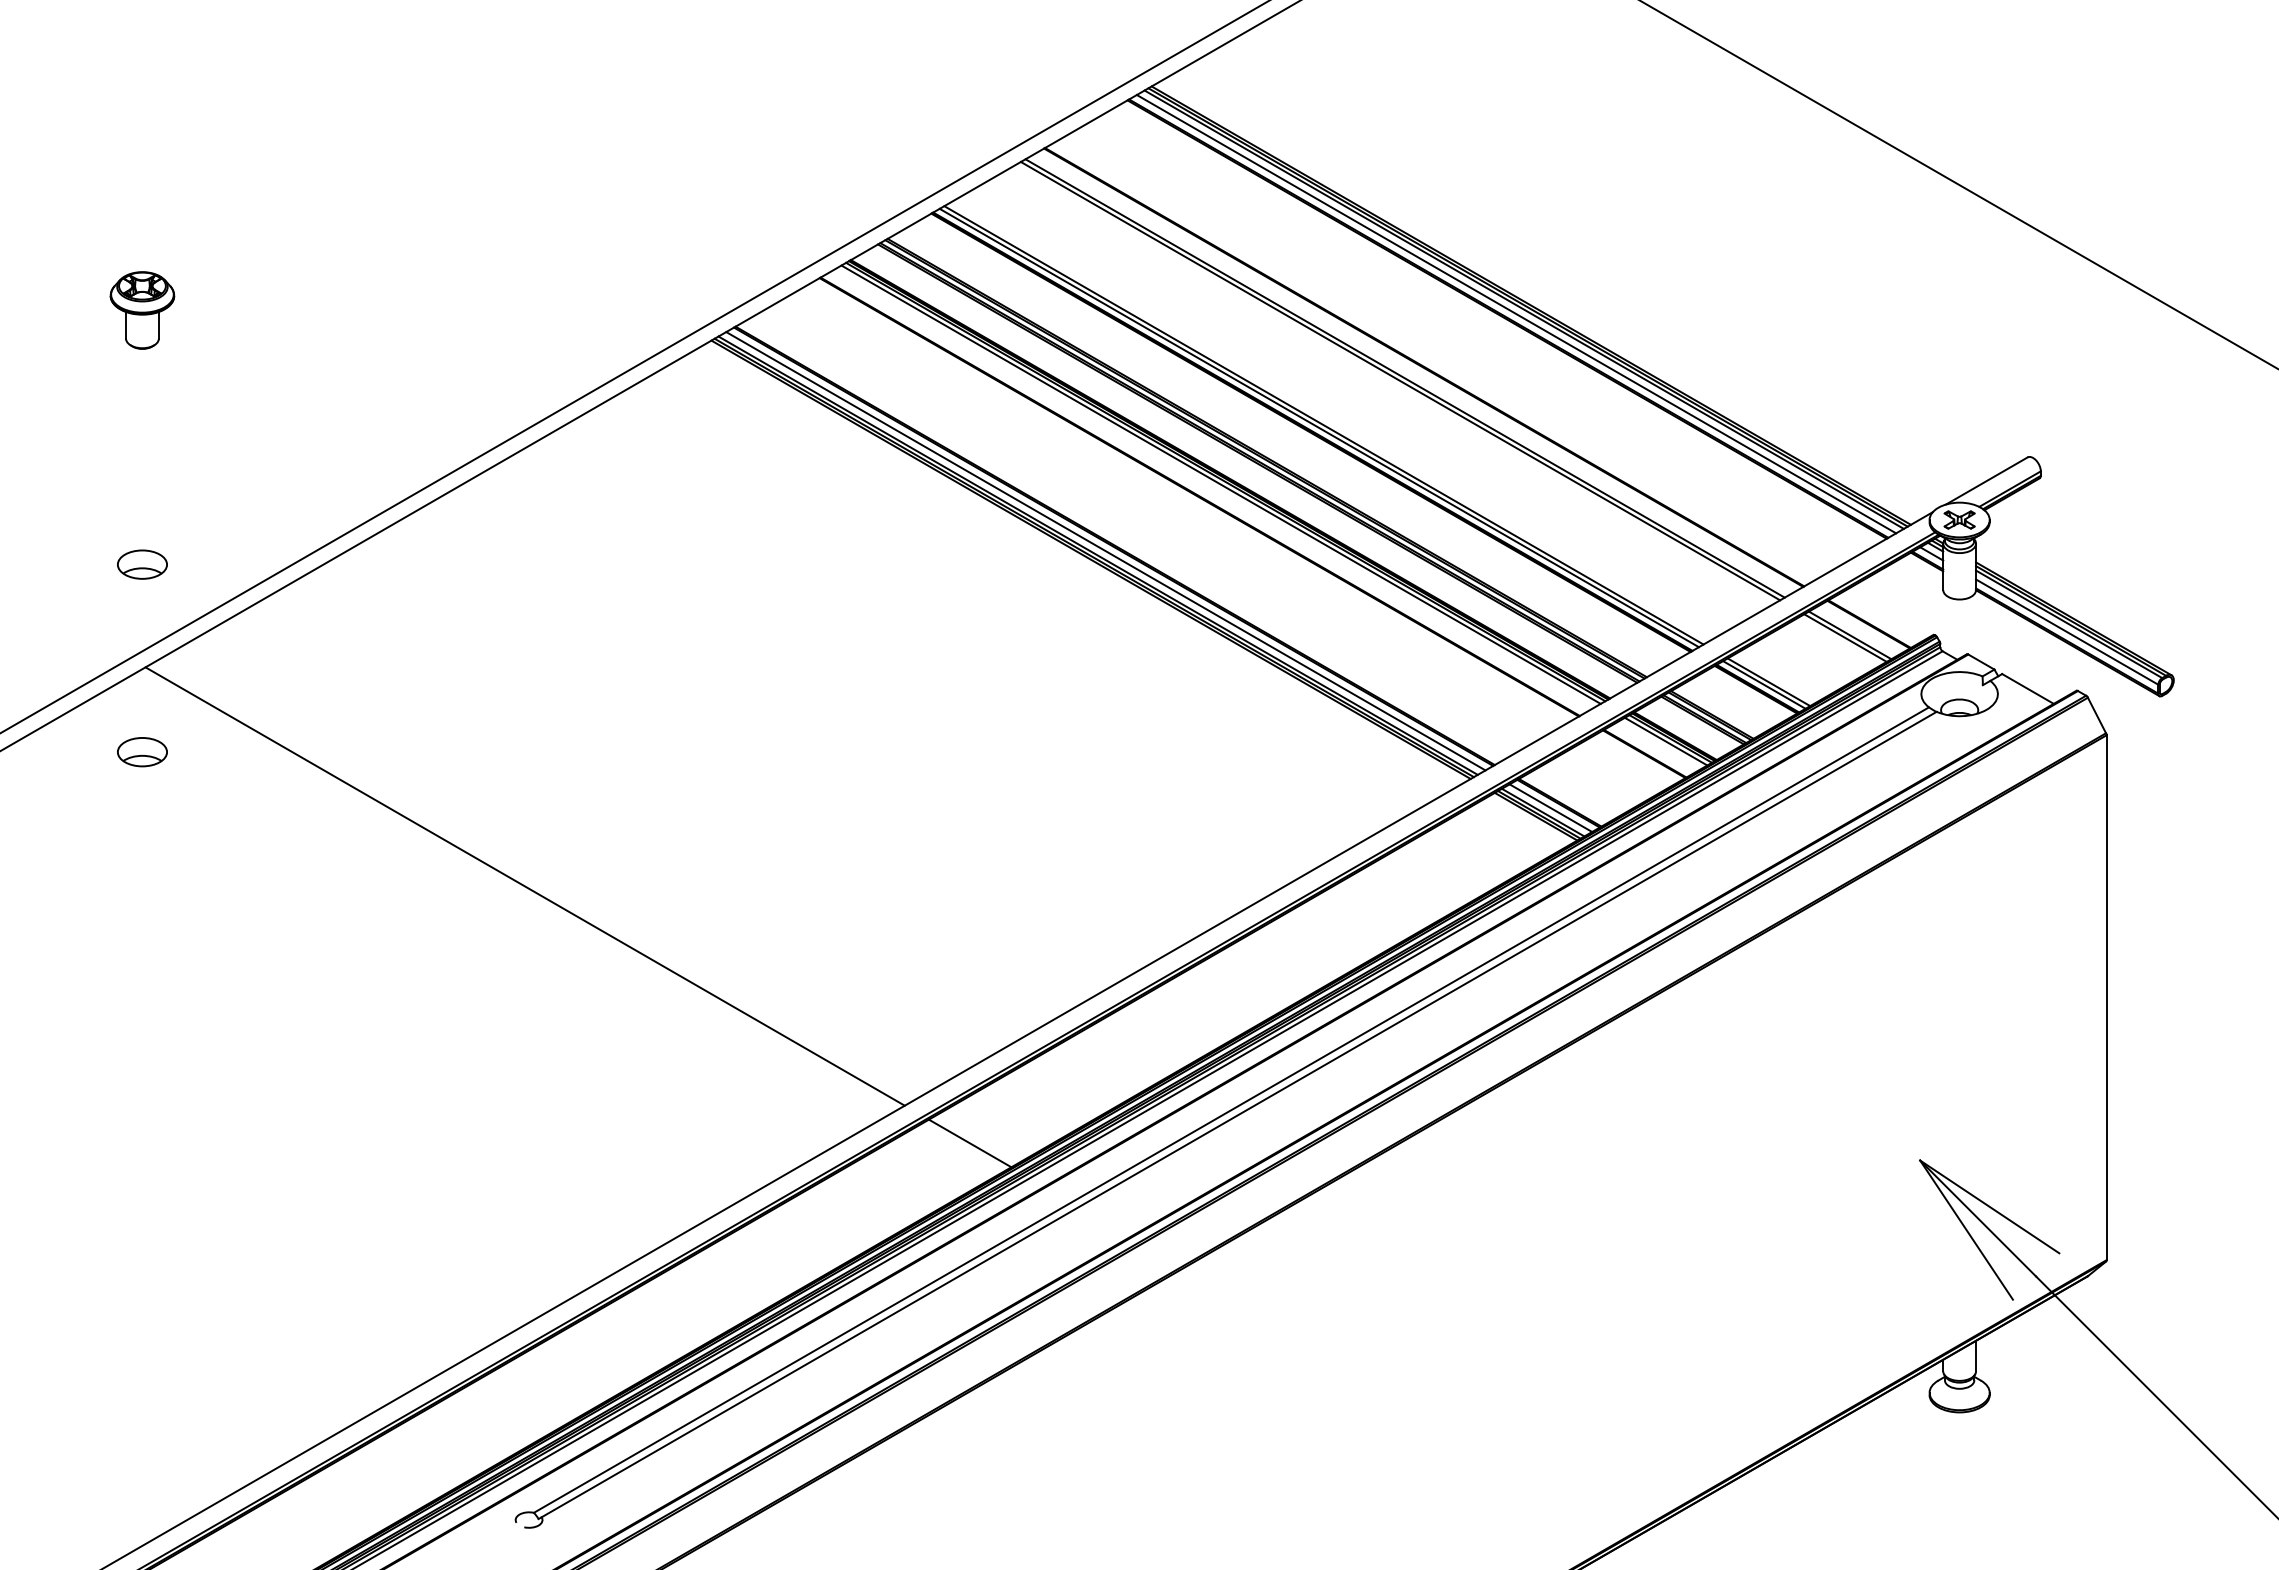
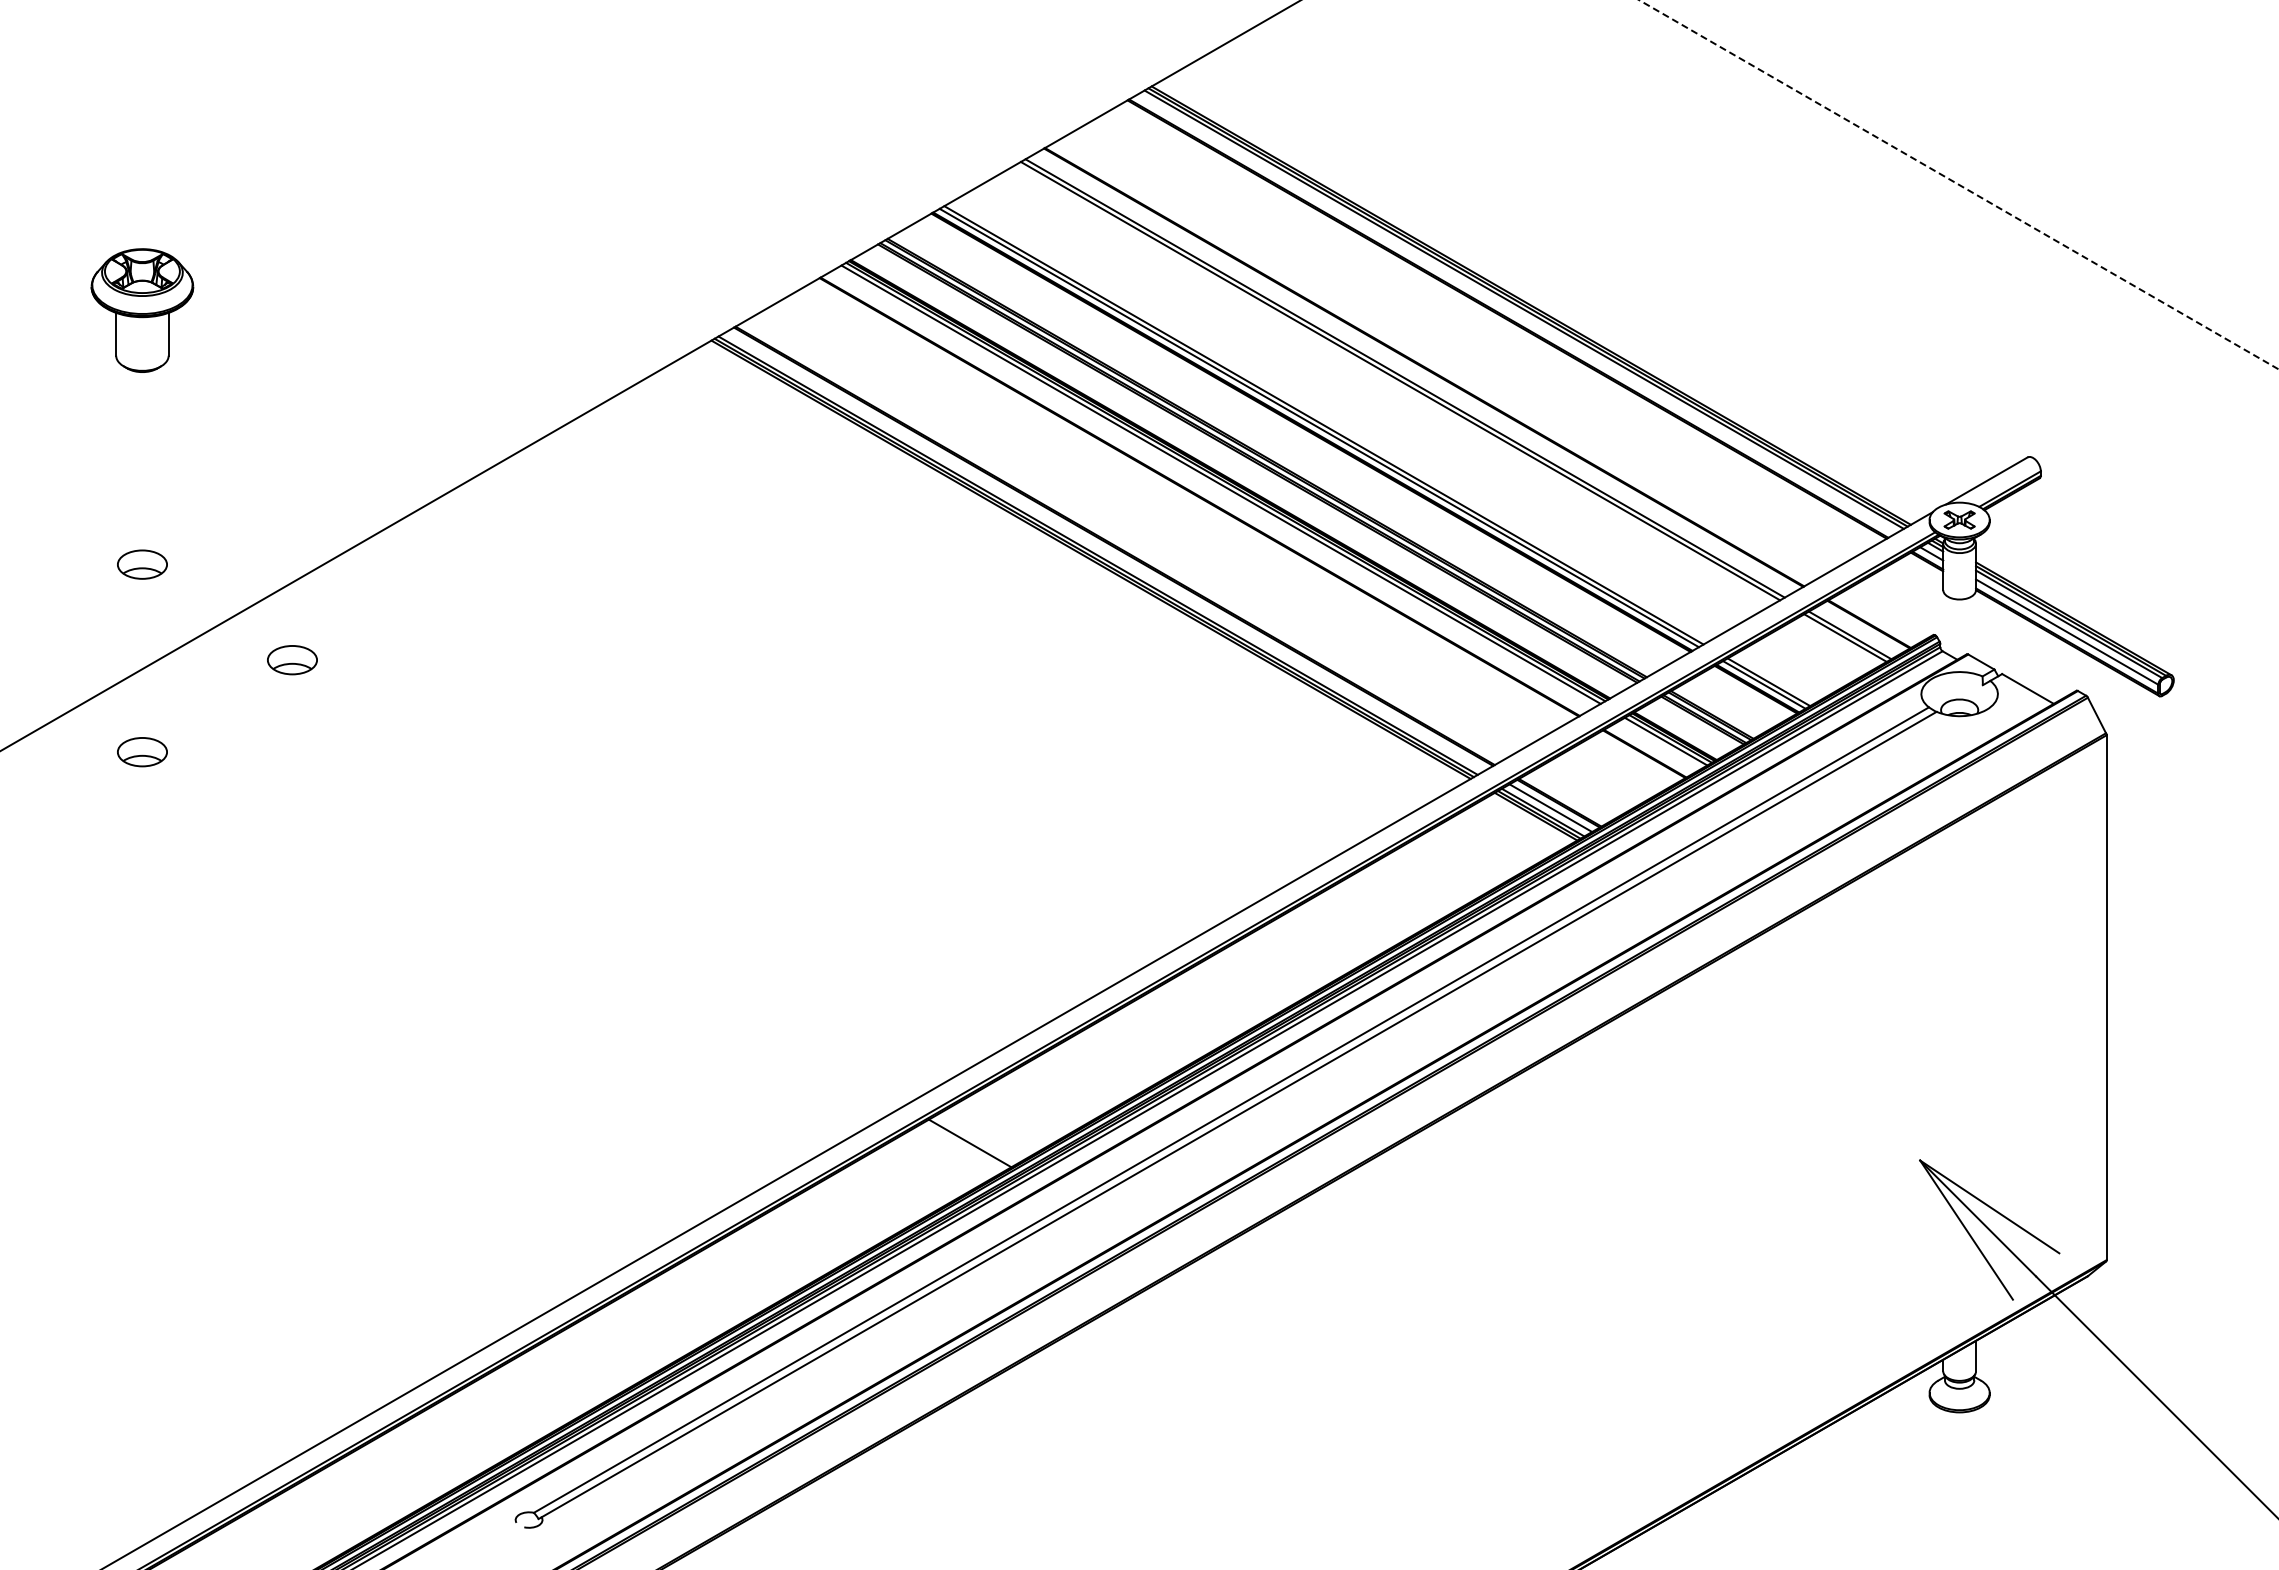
line at (1958, 184): solid -> dashed
part at (142, 310) size: 67x79 px -> 105x125 px
line at (1516, 314): present -> none
line at (634, 366): present -> none
line at (1105, 551): present -> none
part at (292, 660): none -> present
line at (524, 886): present -> none
